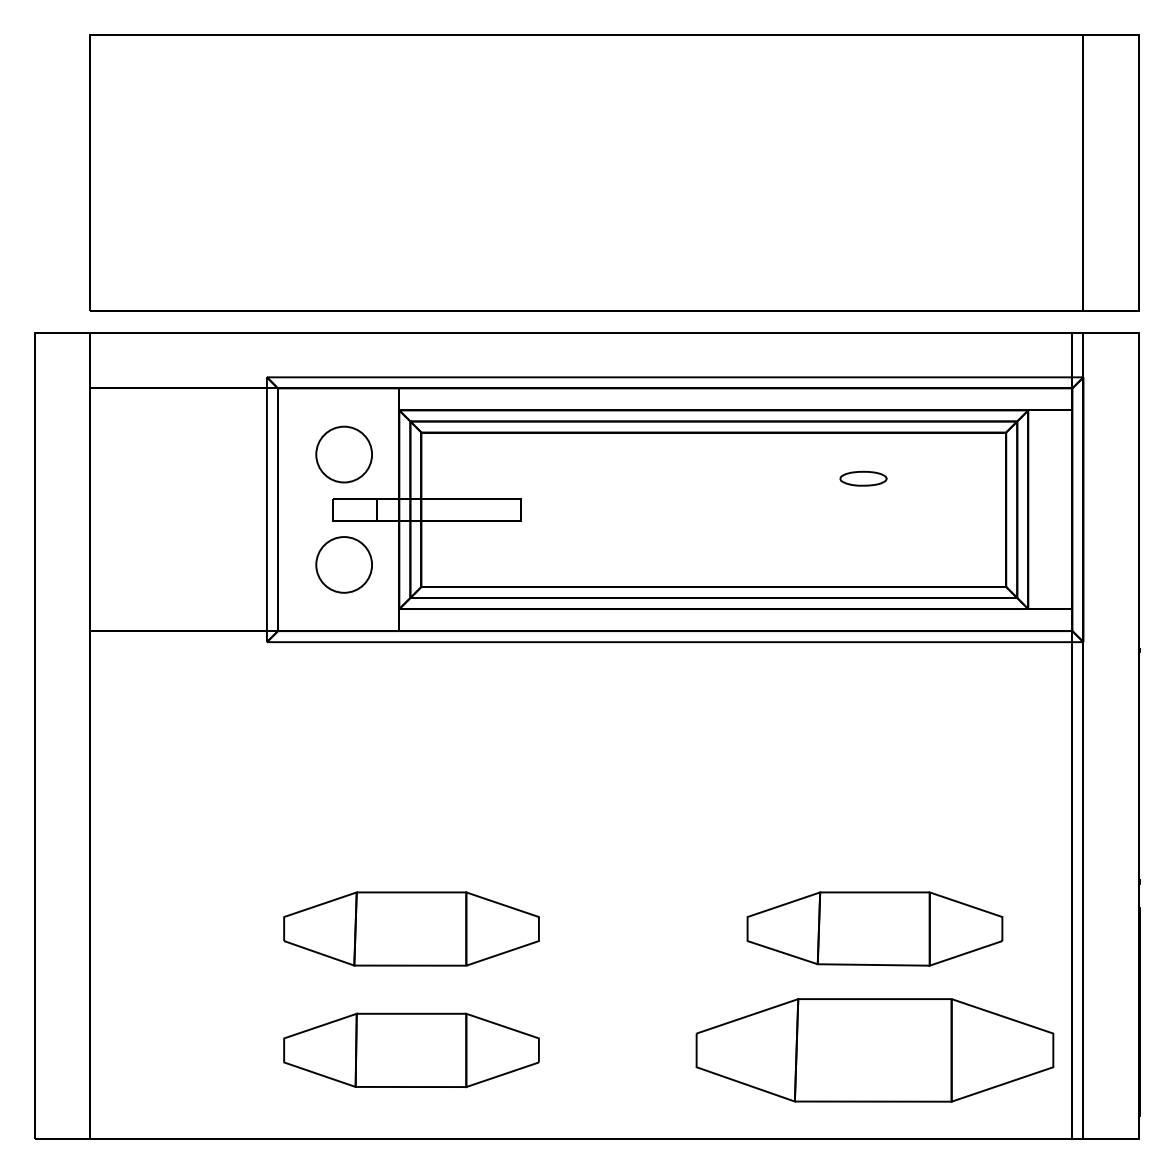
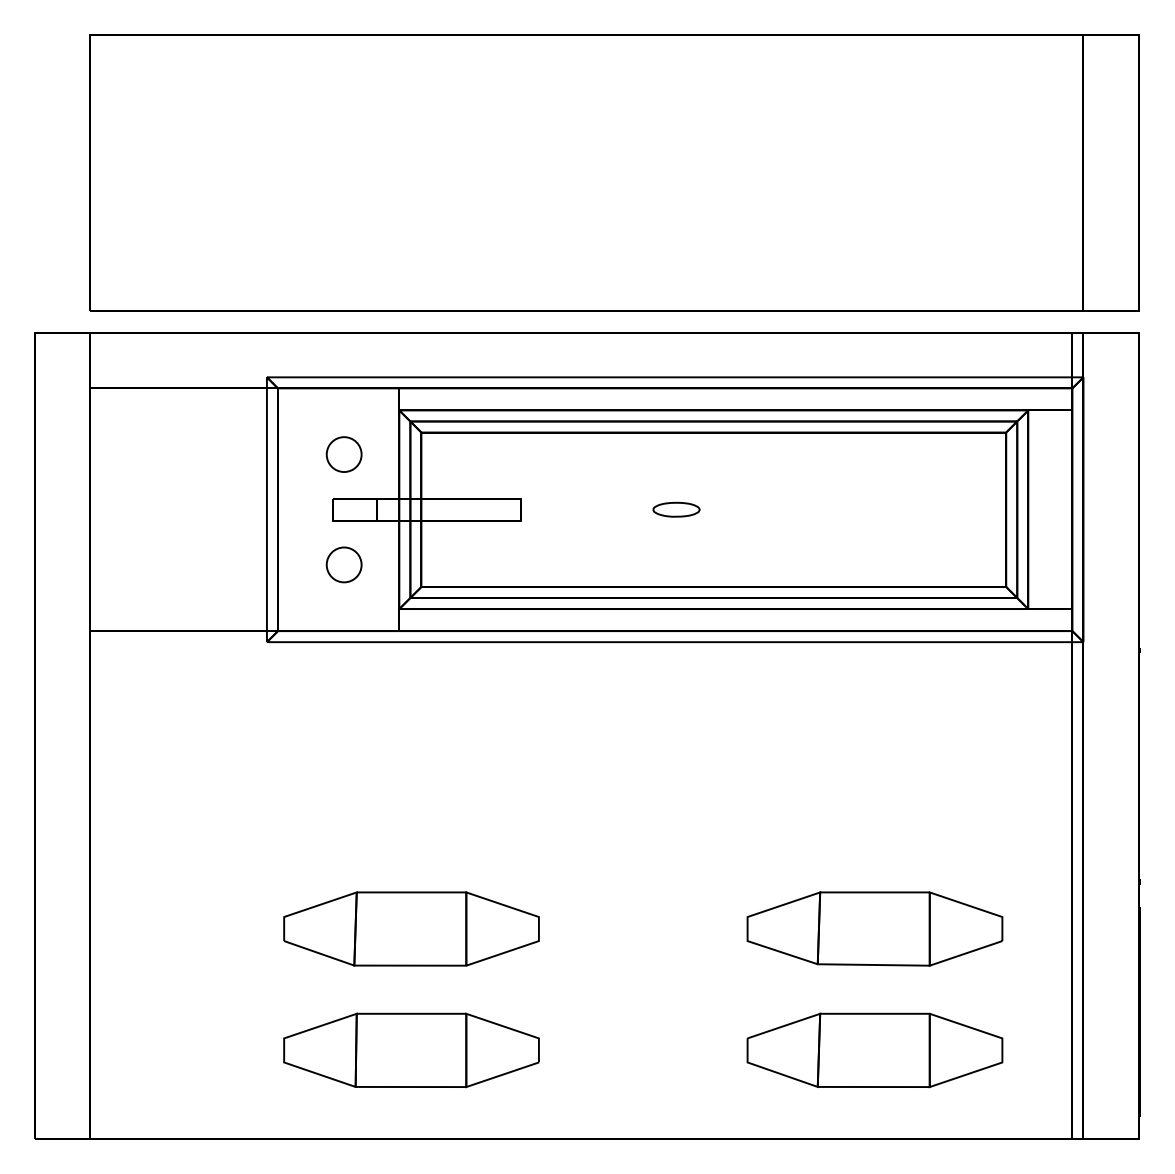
circle at (344, 454) diameter: 56 px -> 35 px
part at (863, 478) position: (863, 478) -> (676, 509)
circle at (344, 564) diameter: 56 px -> 35 px
part at (874, 1050) size: 360x105 px -> 258x77 px
